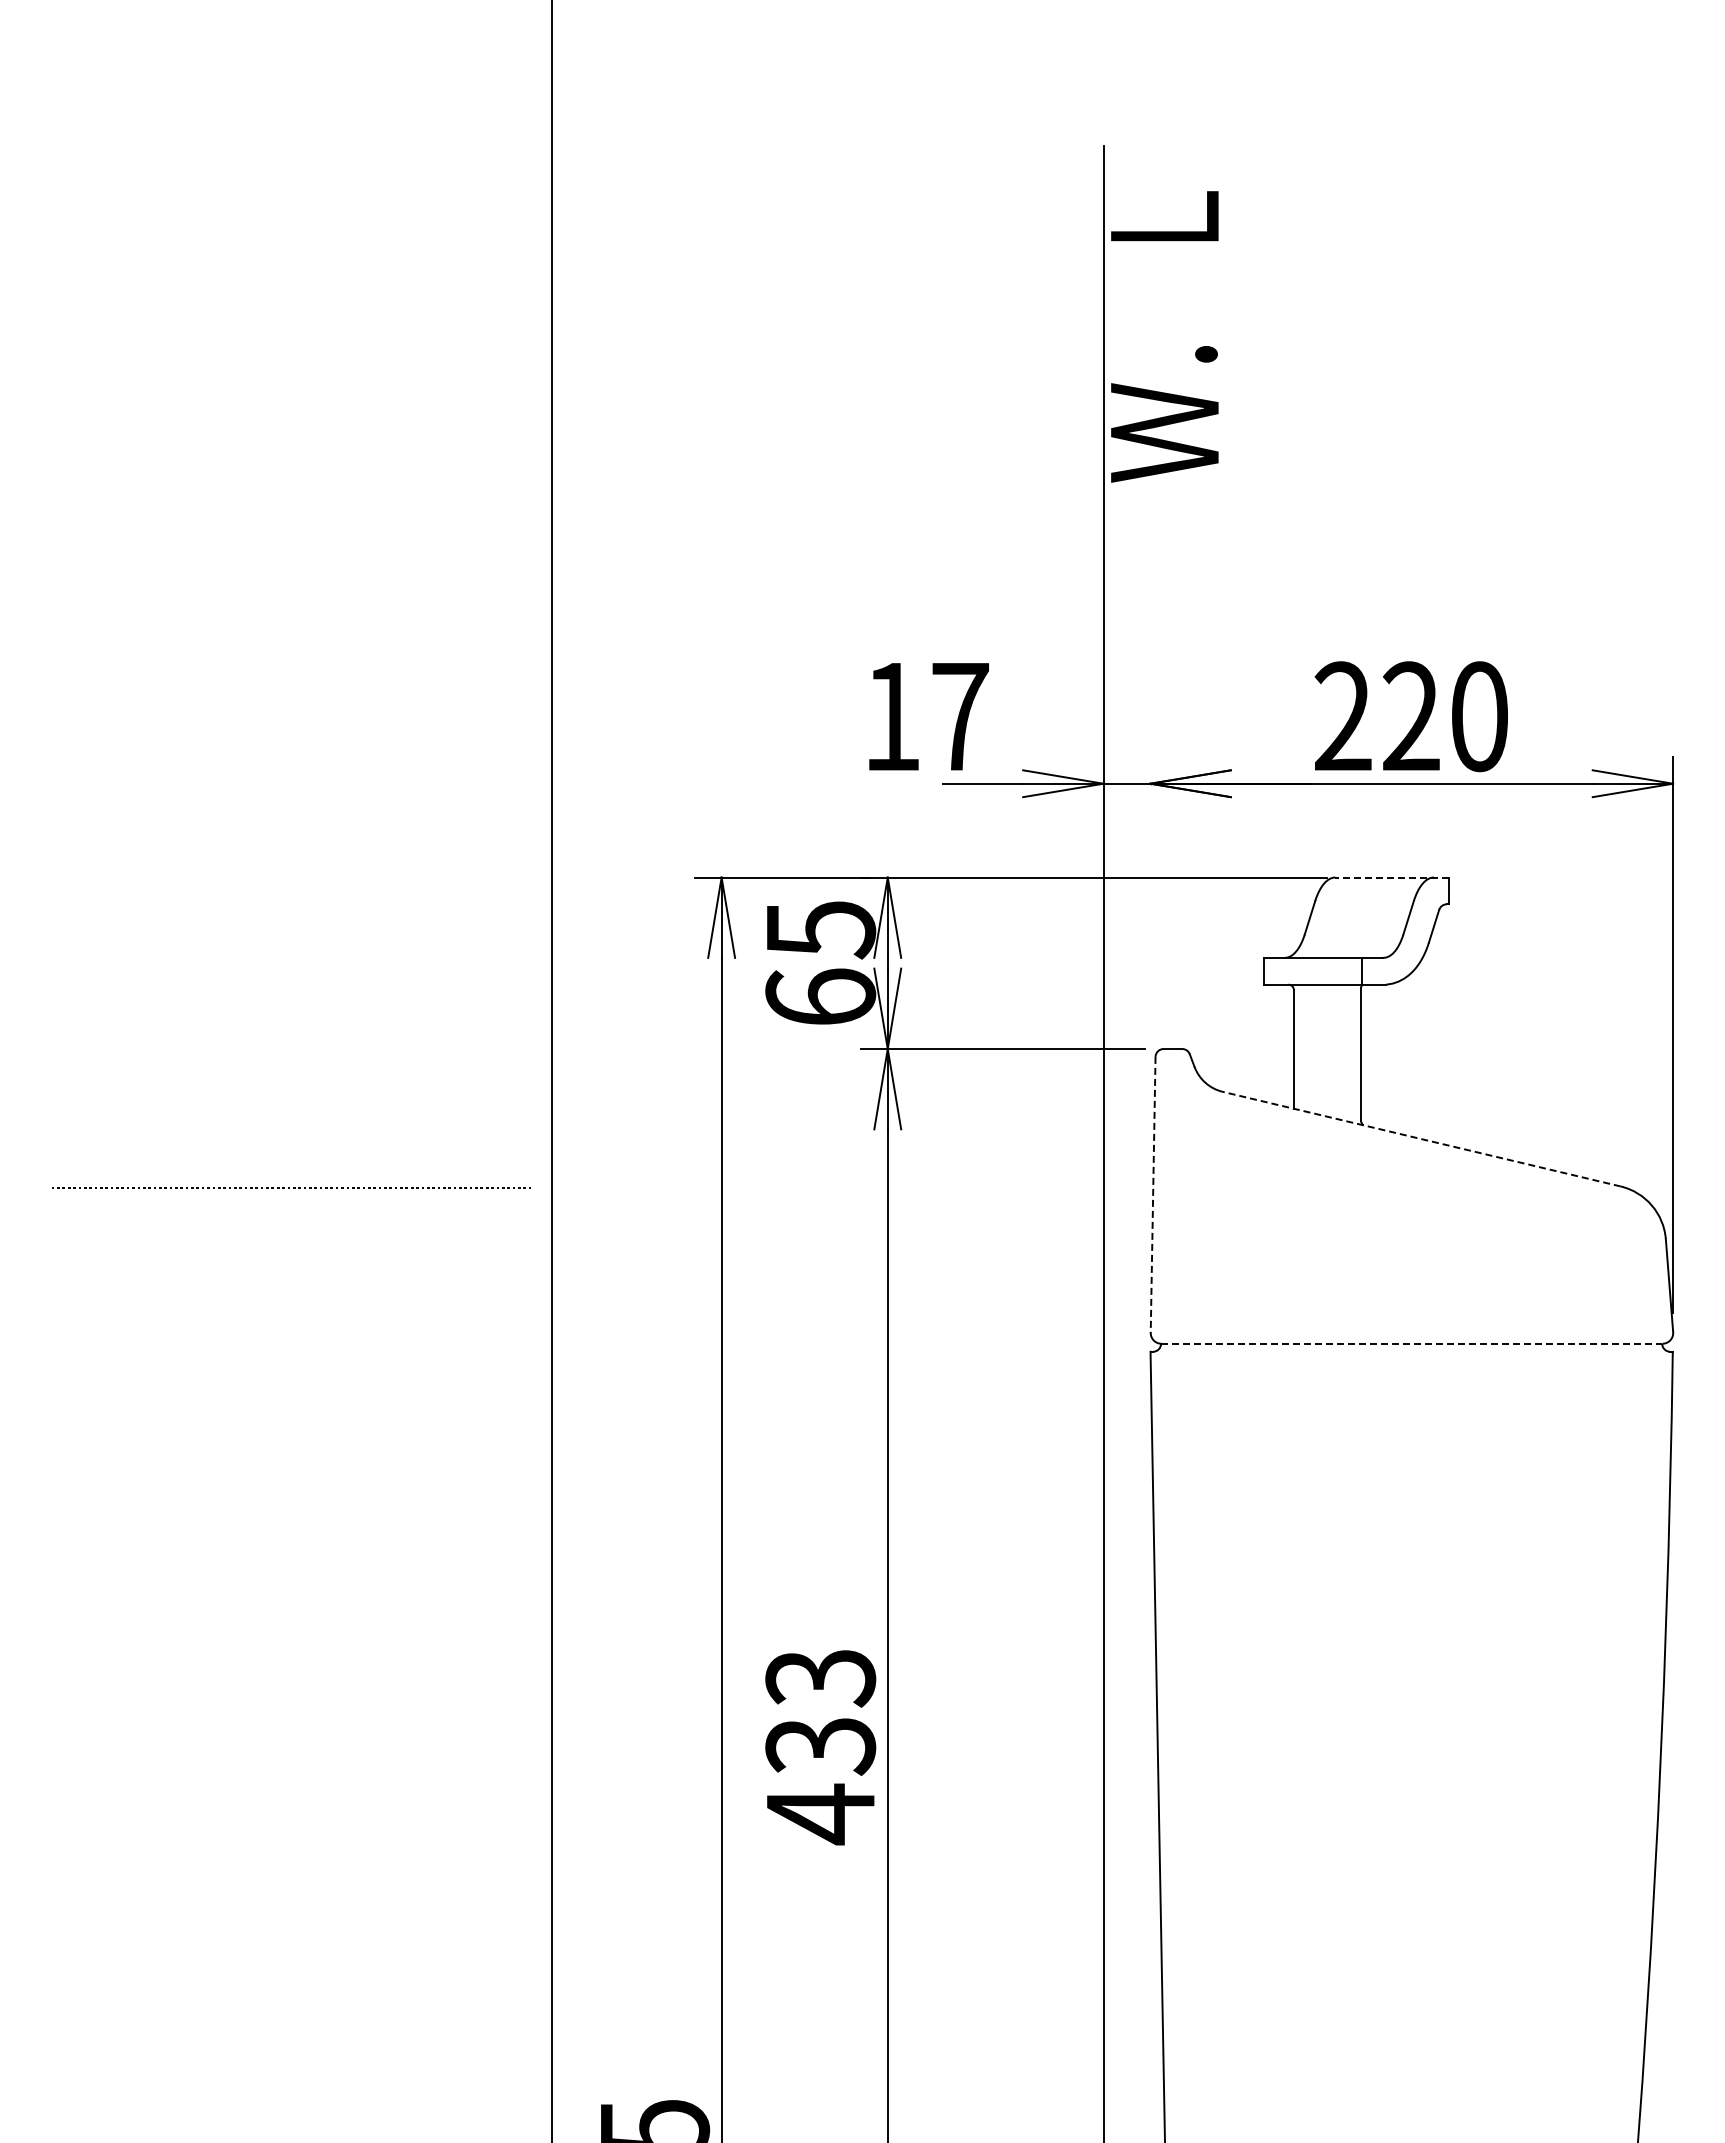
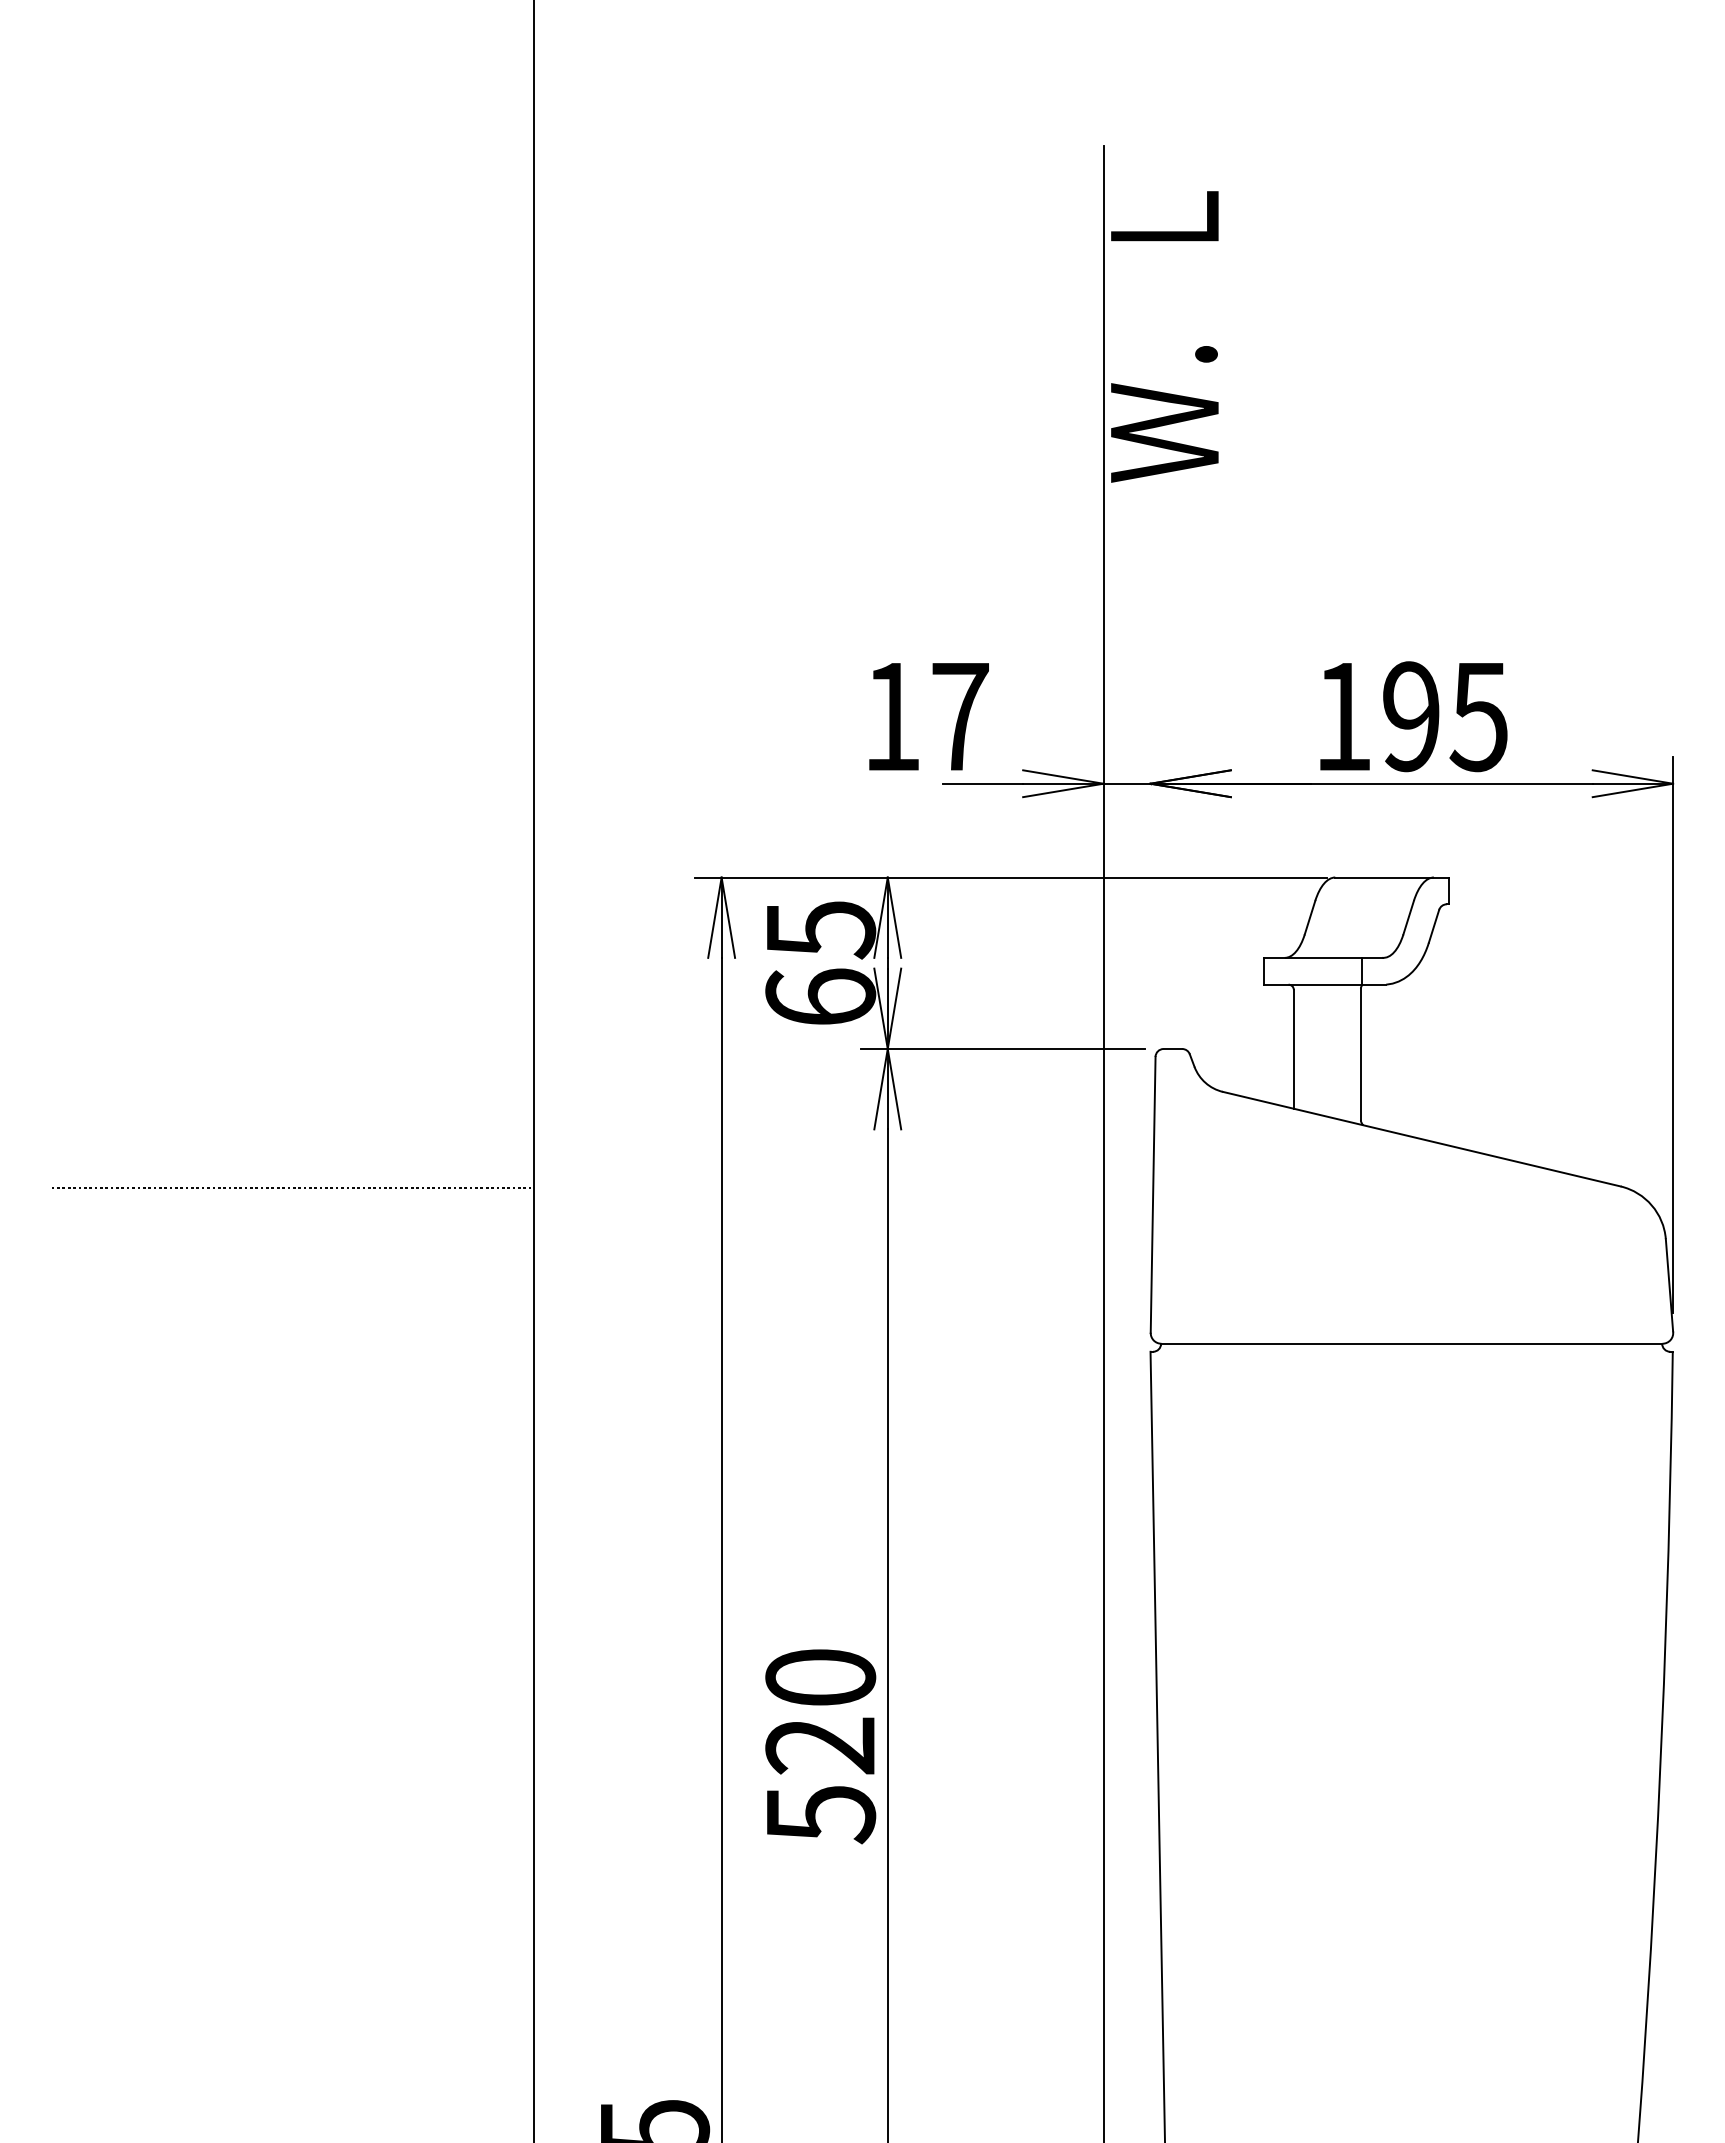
text at (1410, 716): 220 -> 195
line at (1392, 877): dashed -> solid
line at (552, 1070) position: (552, 1070) -> (534, 1070)
line at (1421, 1139): dashed -> solid
line at (1153, 1195): dashed -> solid
line at (1411, 1343): dashed -> solid
text at (820, 1747): 433 -> 520
